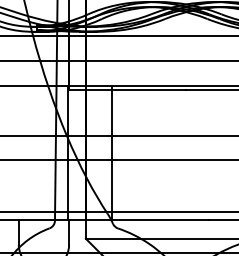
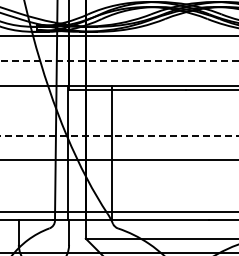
line at (119, 60): solid -> dashed
line at (119, 136): solid -> dashed
